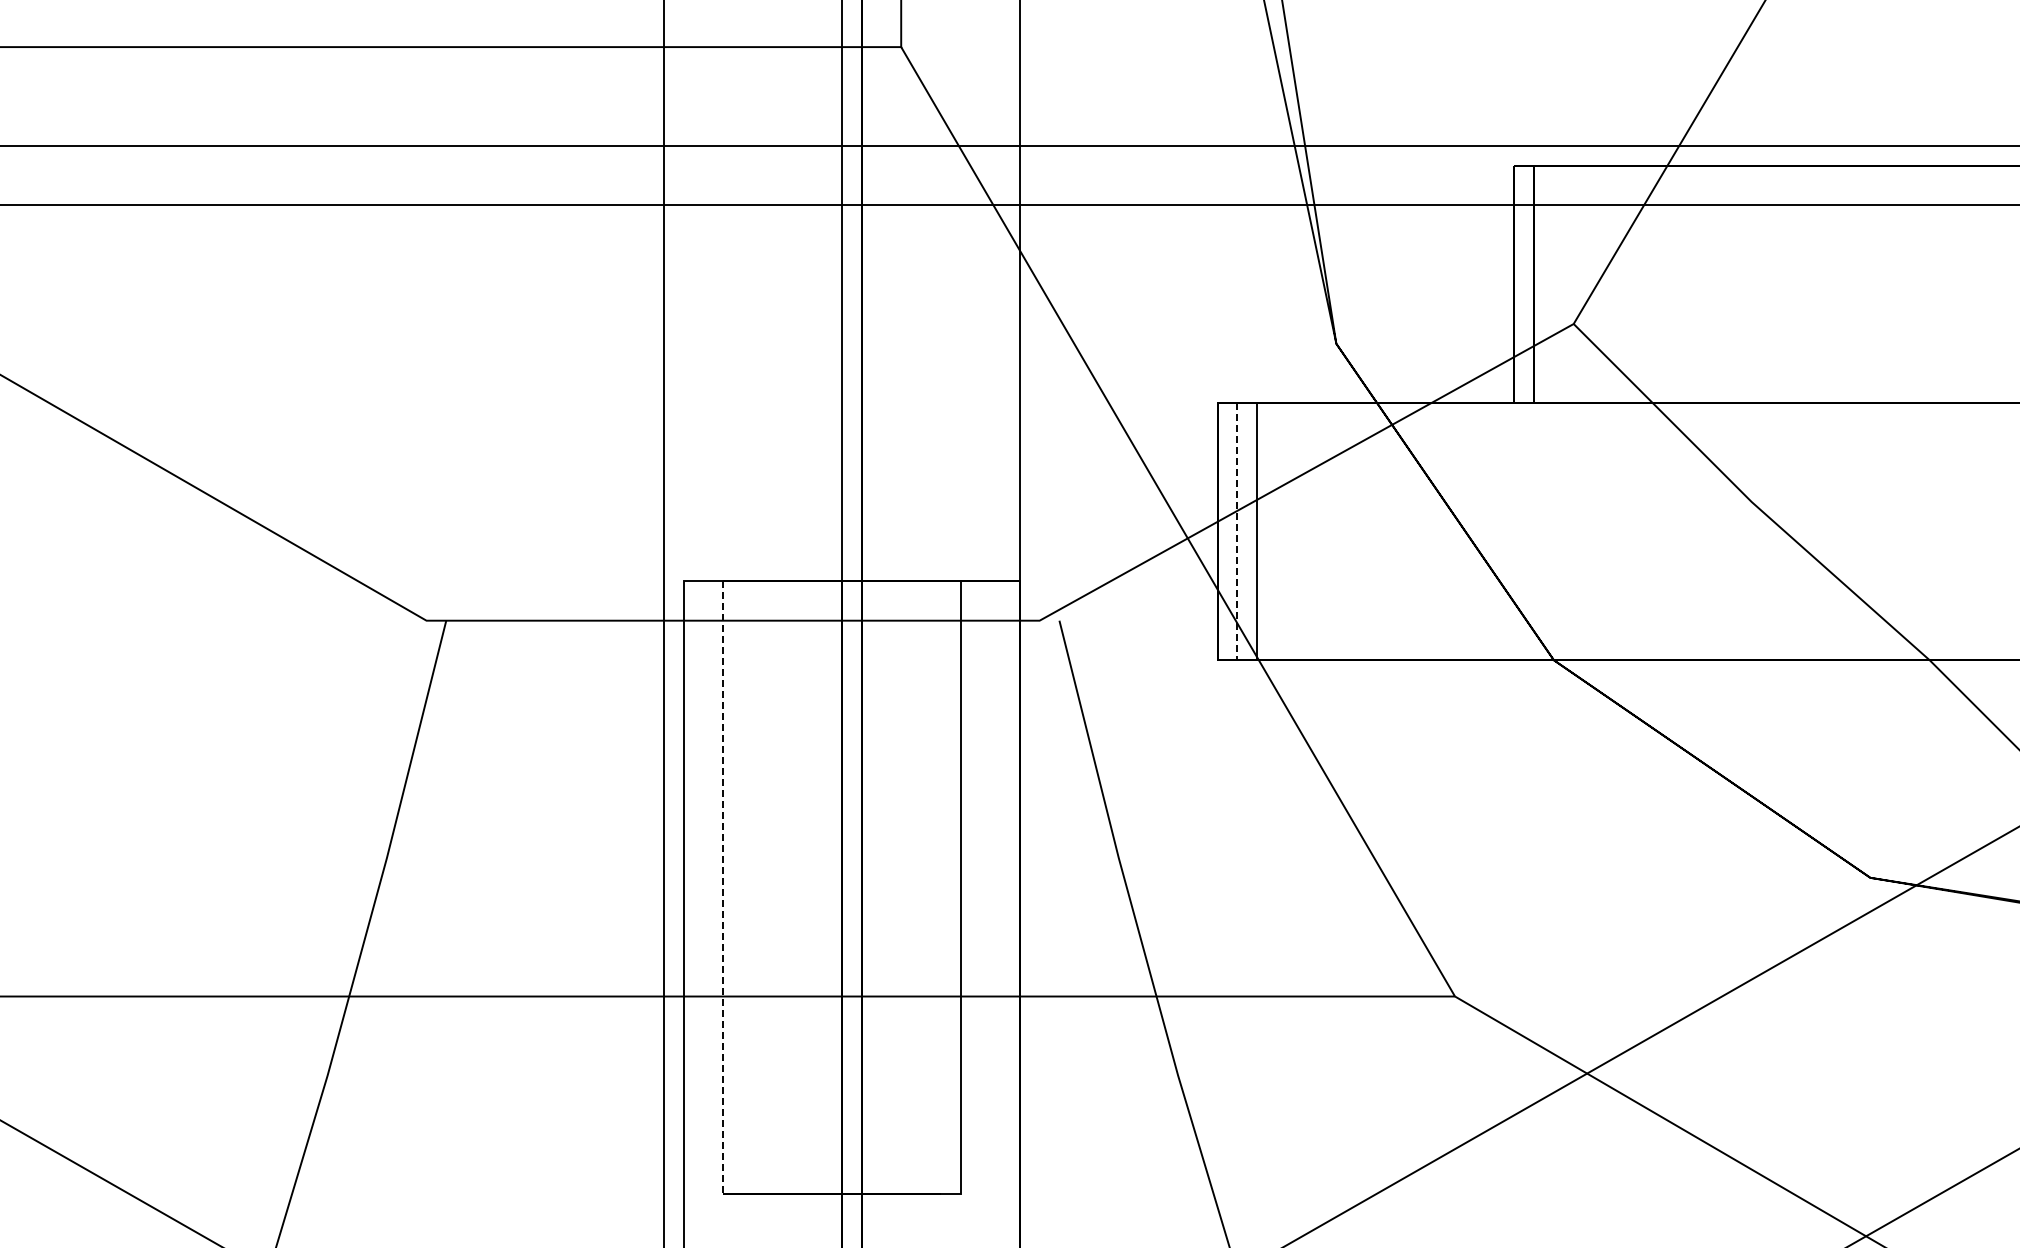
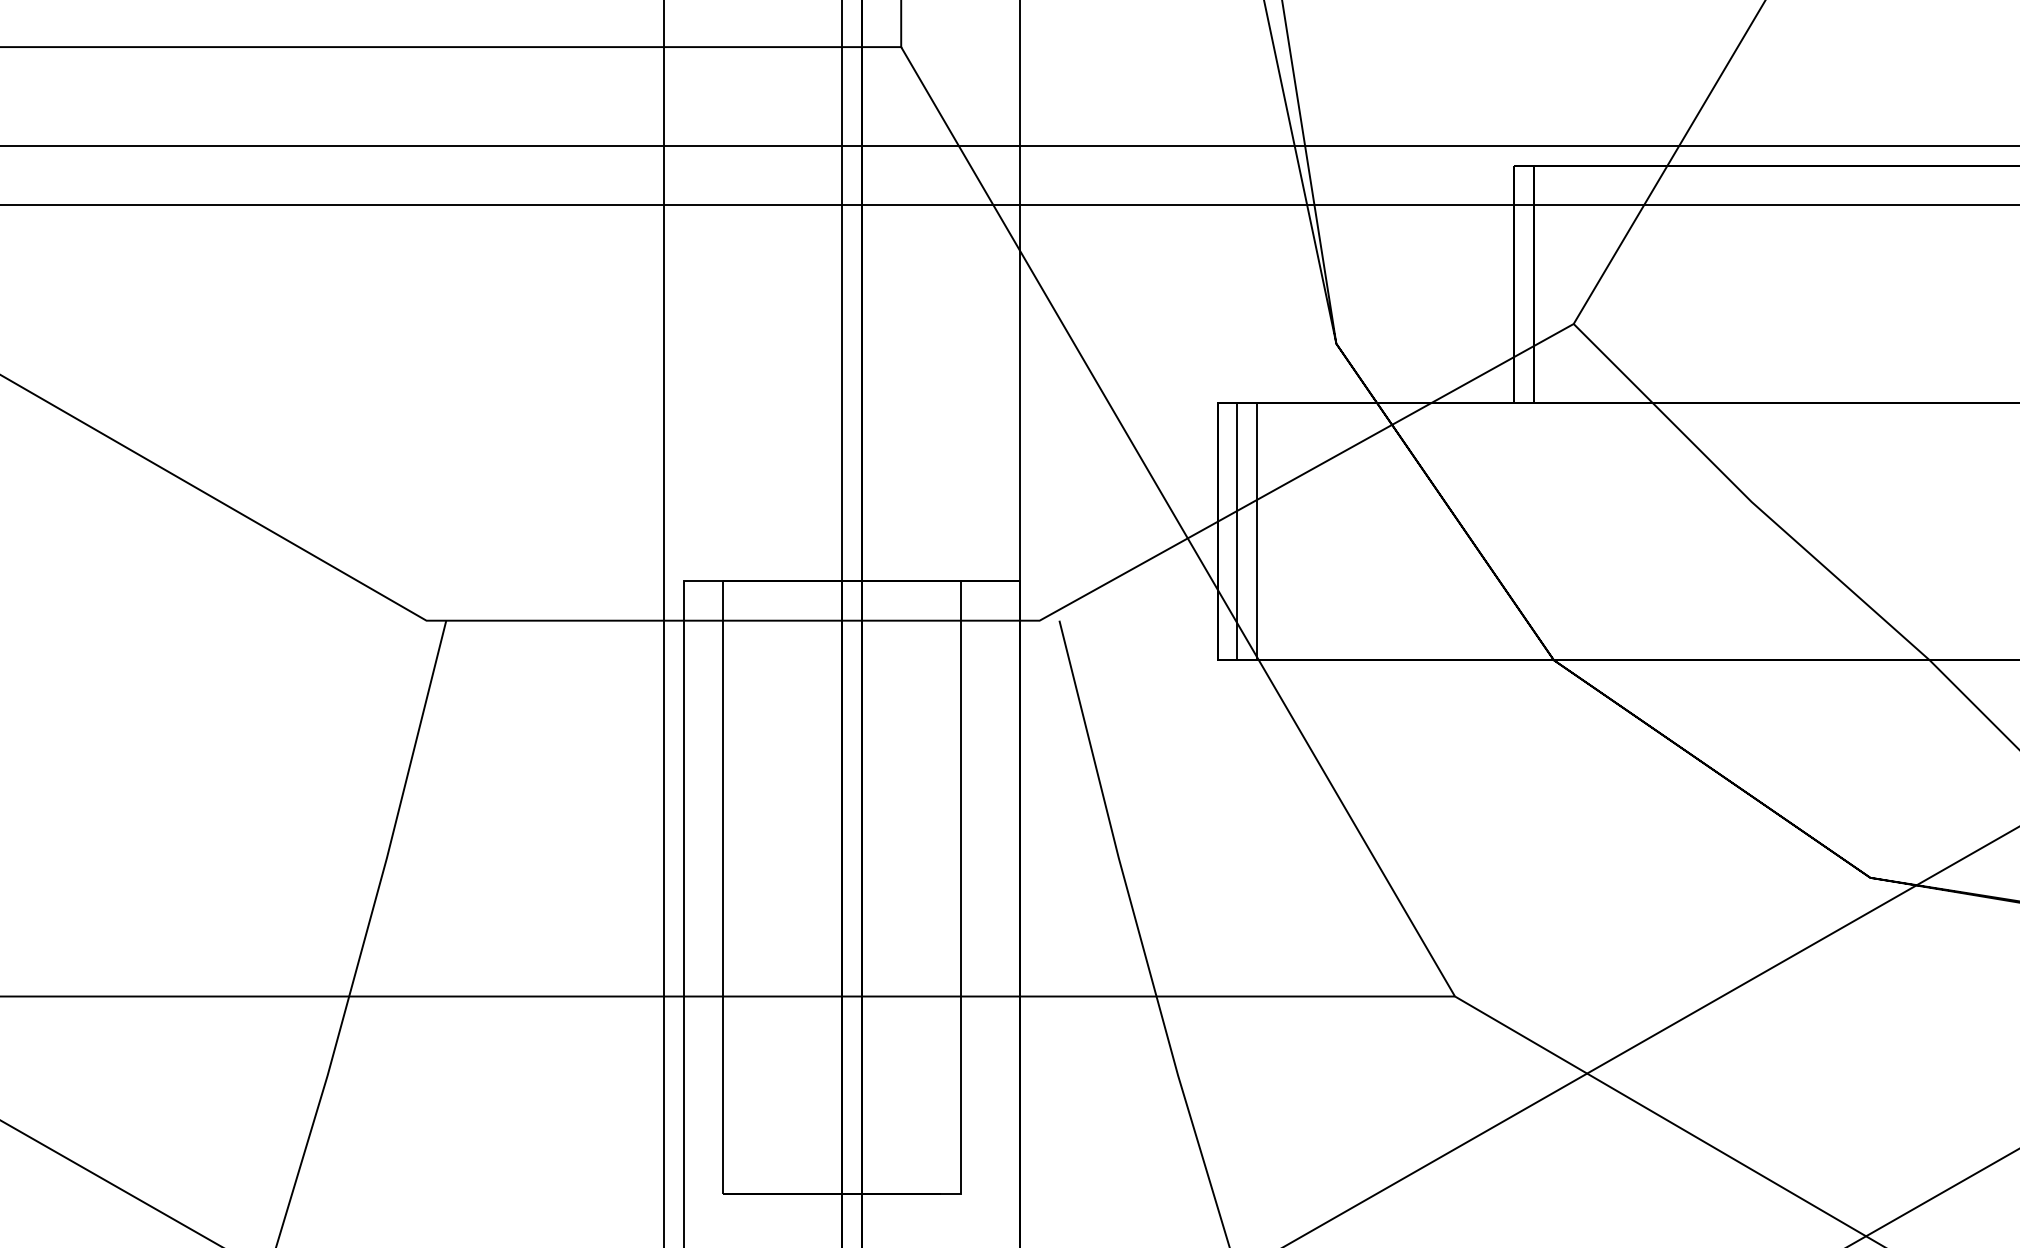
line at (1237, 531): dashed -> solid
line at (723, 887): dashed -> solid
